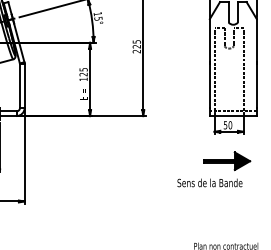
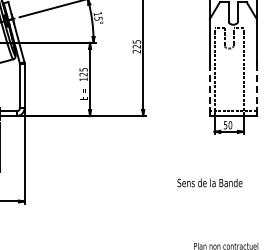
line at (209, 86): solid -> dashed
line at (256, 86): solid -> dashed
part at (227, 161): present -> none
